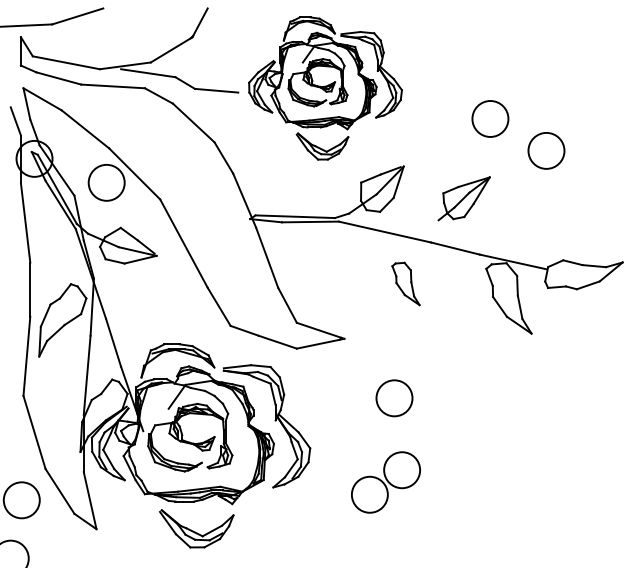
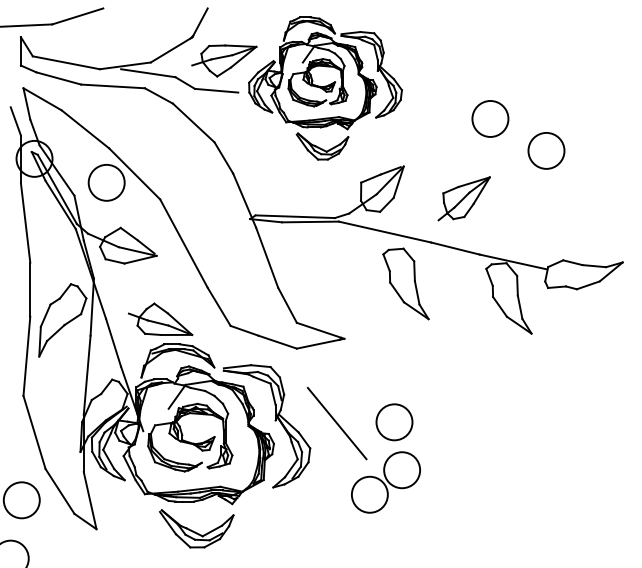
part at (224, 60): none -> present
part at (405, 283) size: 30x46 px -> 48x74 px
part at (160, 318): none -> present
circle at (394, 398) position: (394, 398) -> (394, 422)
line at (336, 423): none -> present
